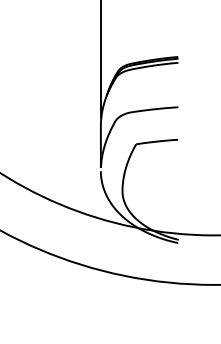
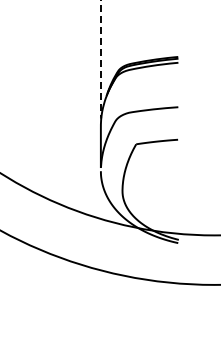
line at (100, 59): solid -> dashed
